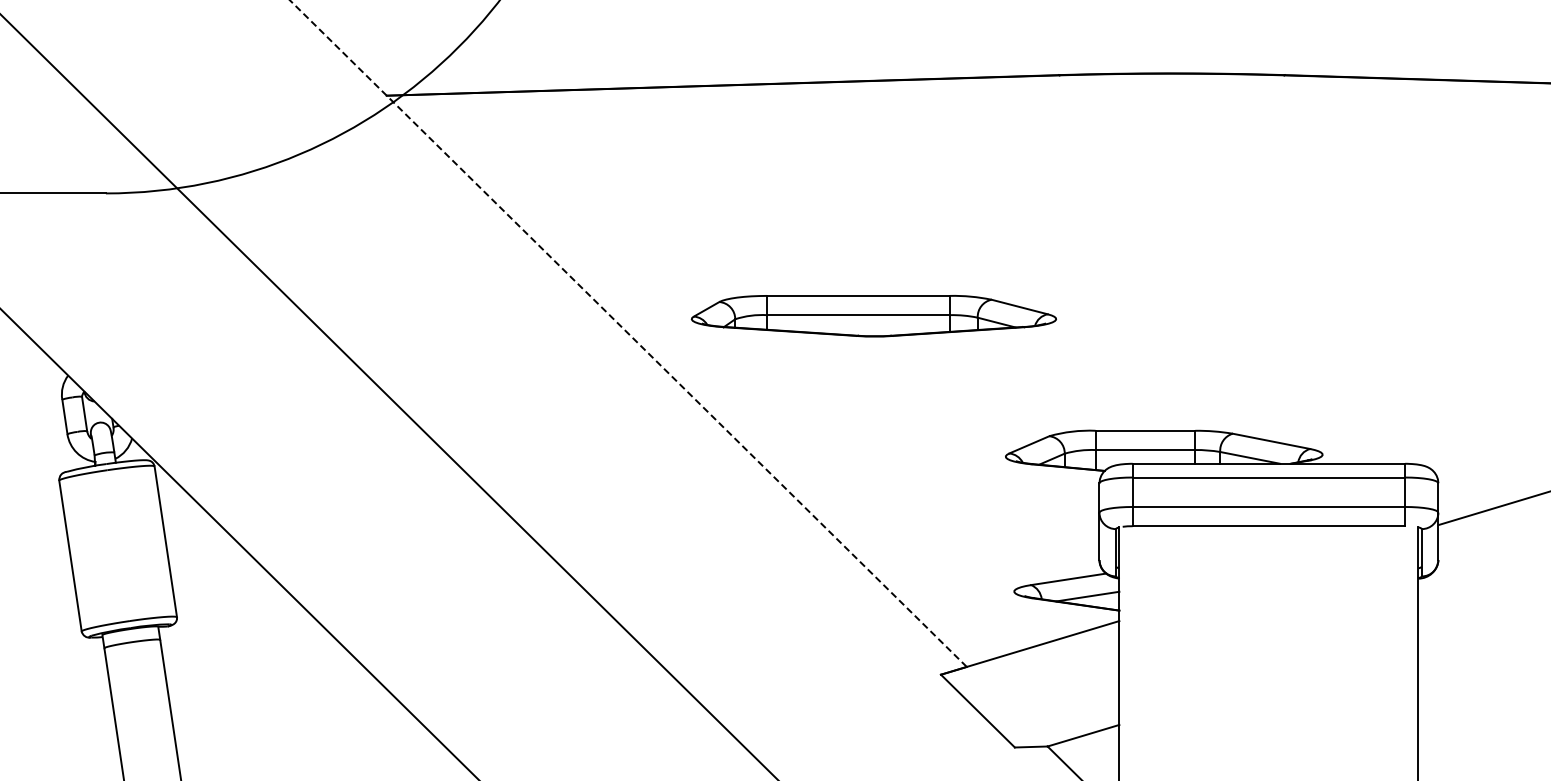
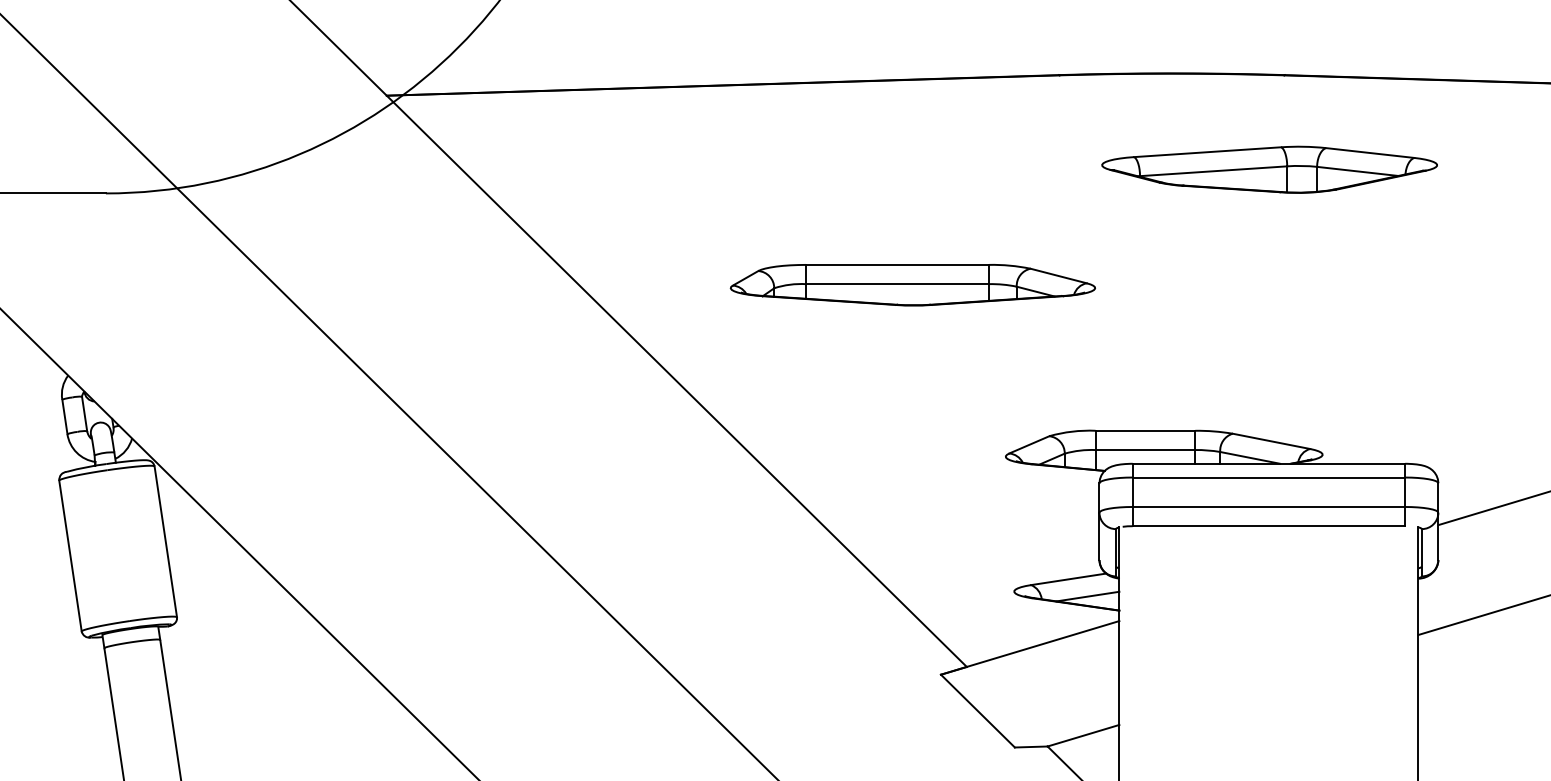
part at (1269, 169): none -> present
part at (873, 316) position: (873, 316) -> (912, 285)
line at (628, 333): dashed -> solid
line at (1482, 615): none -> present
